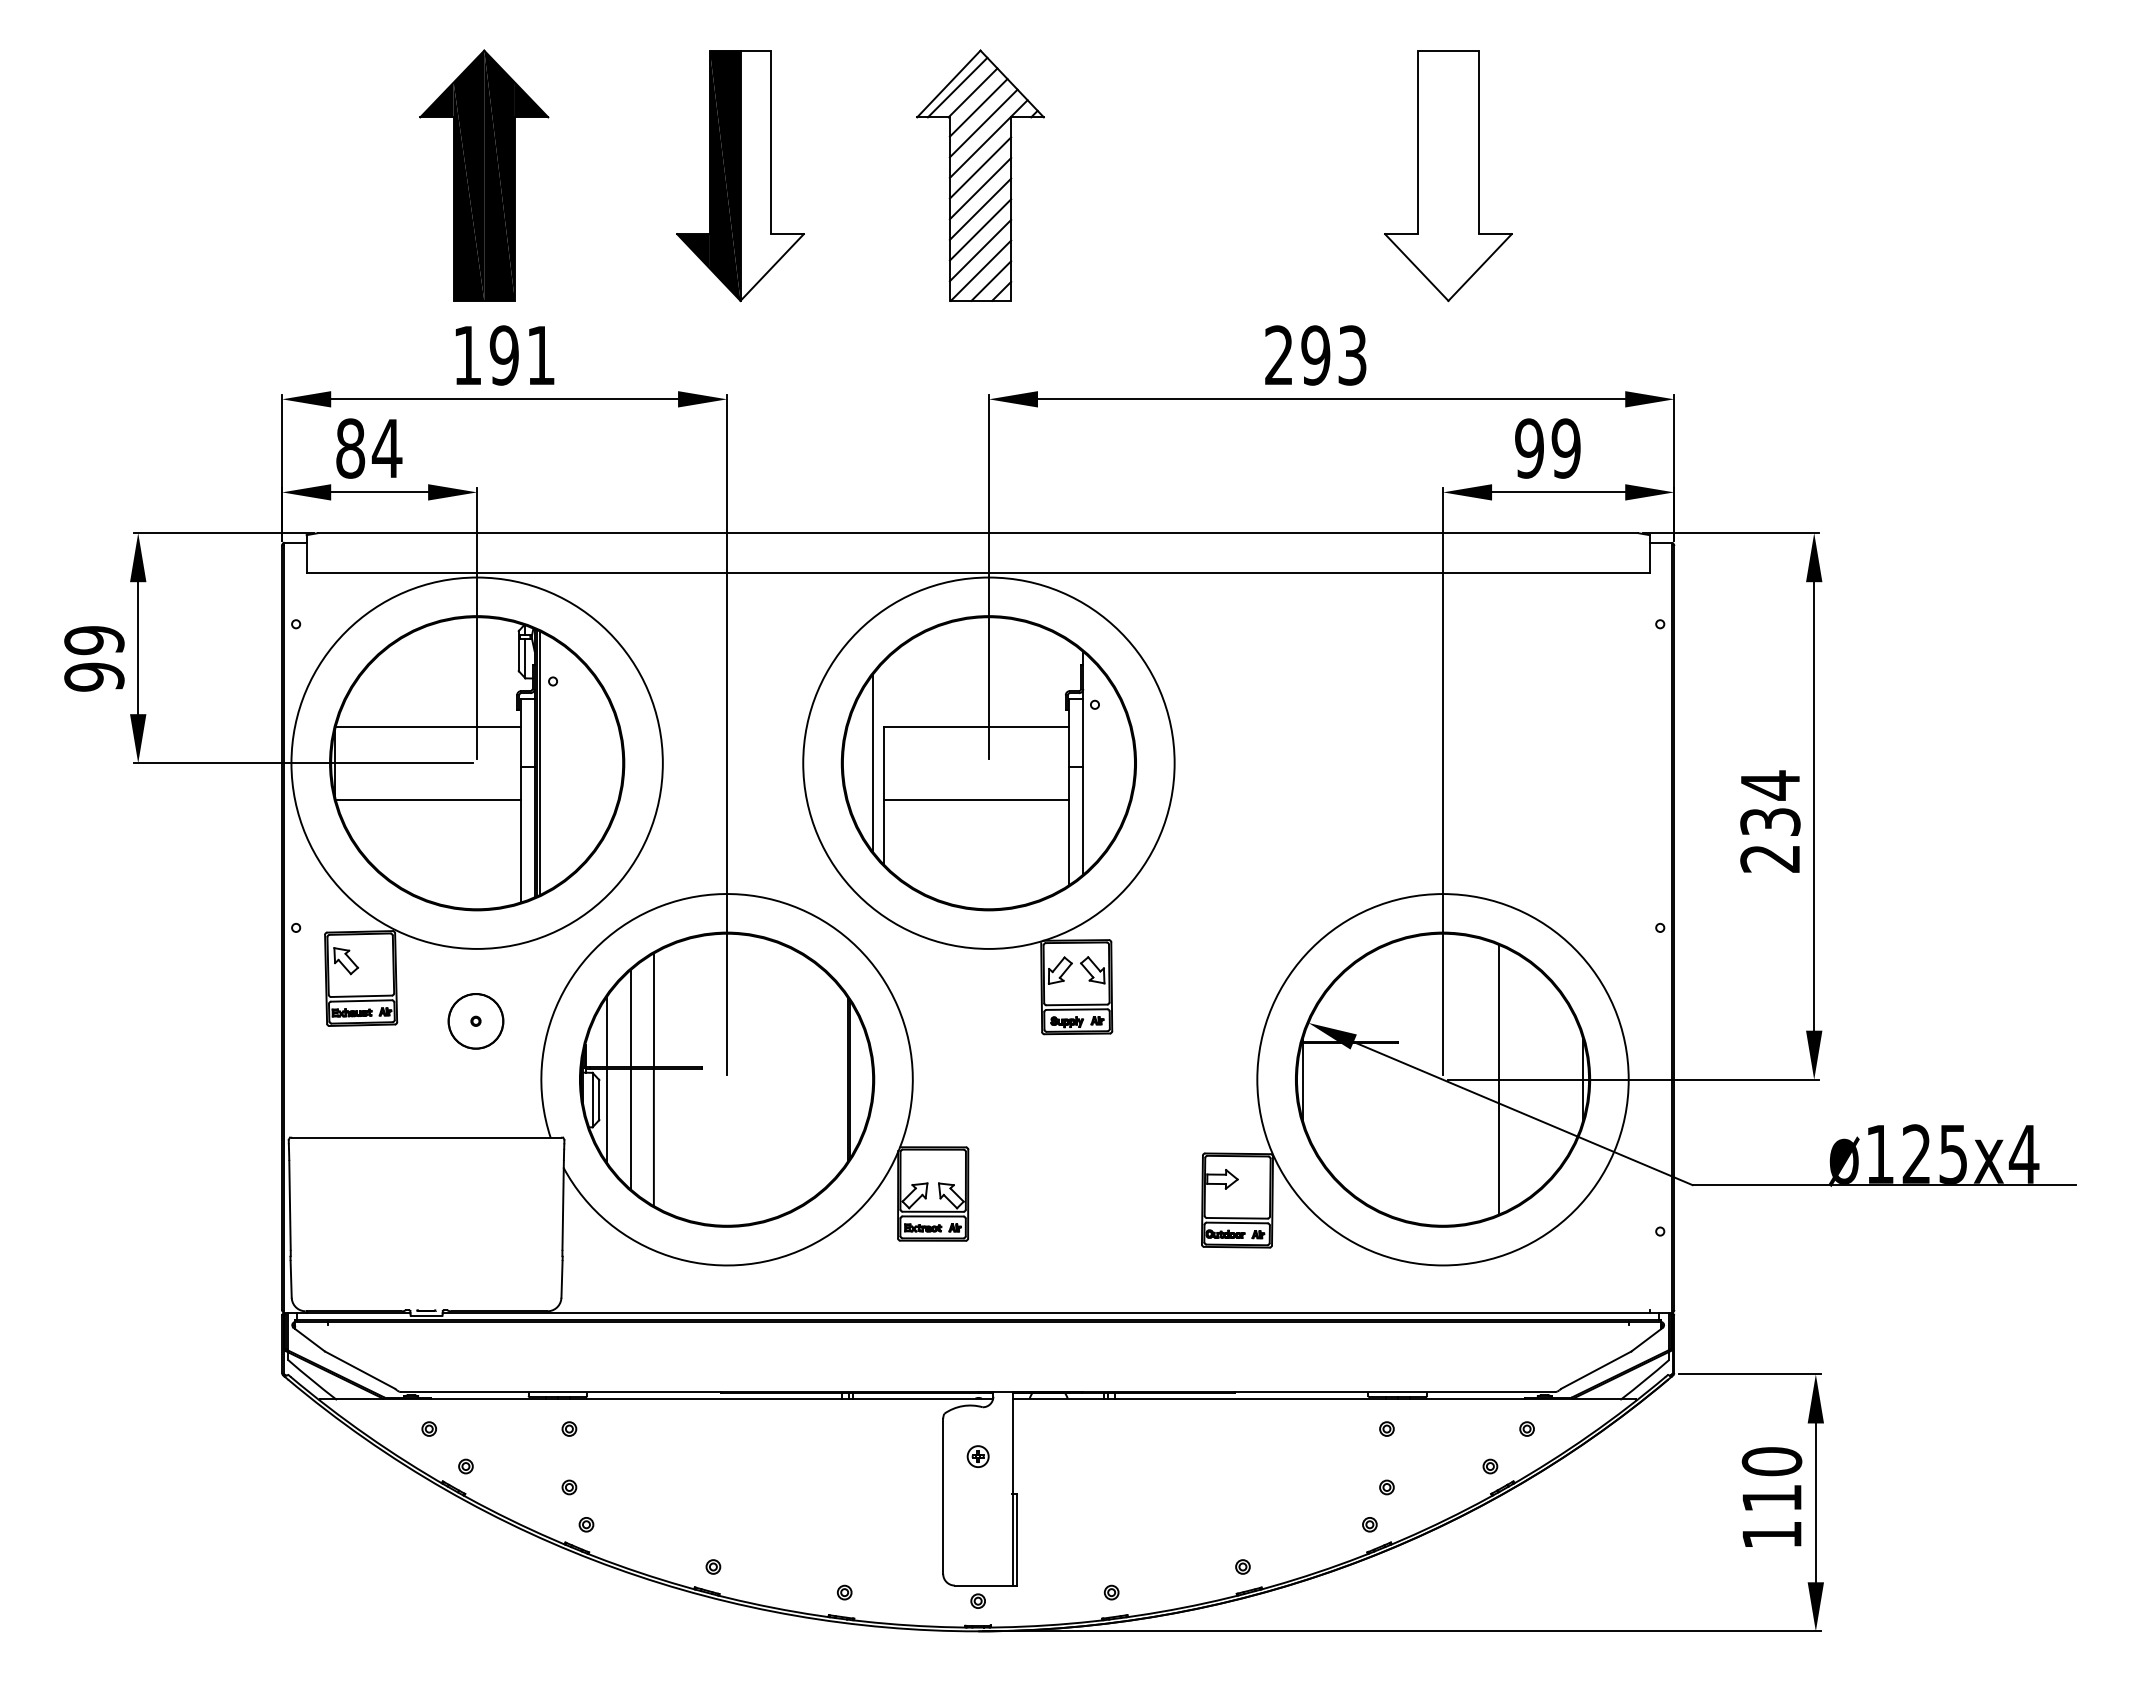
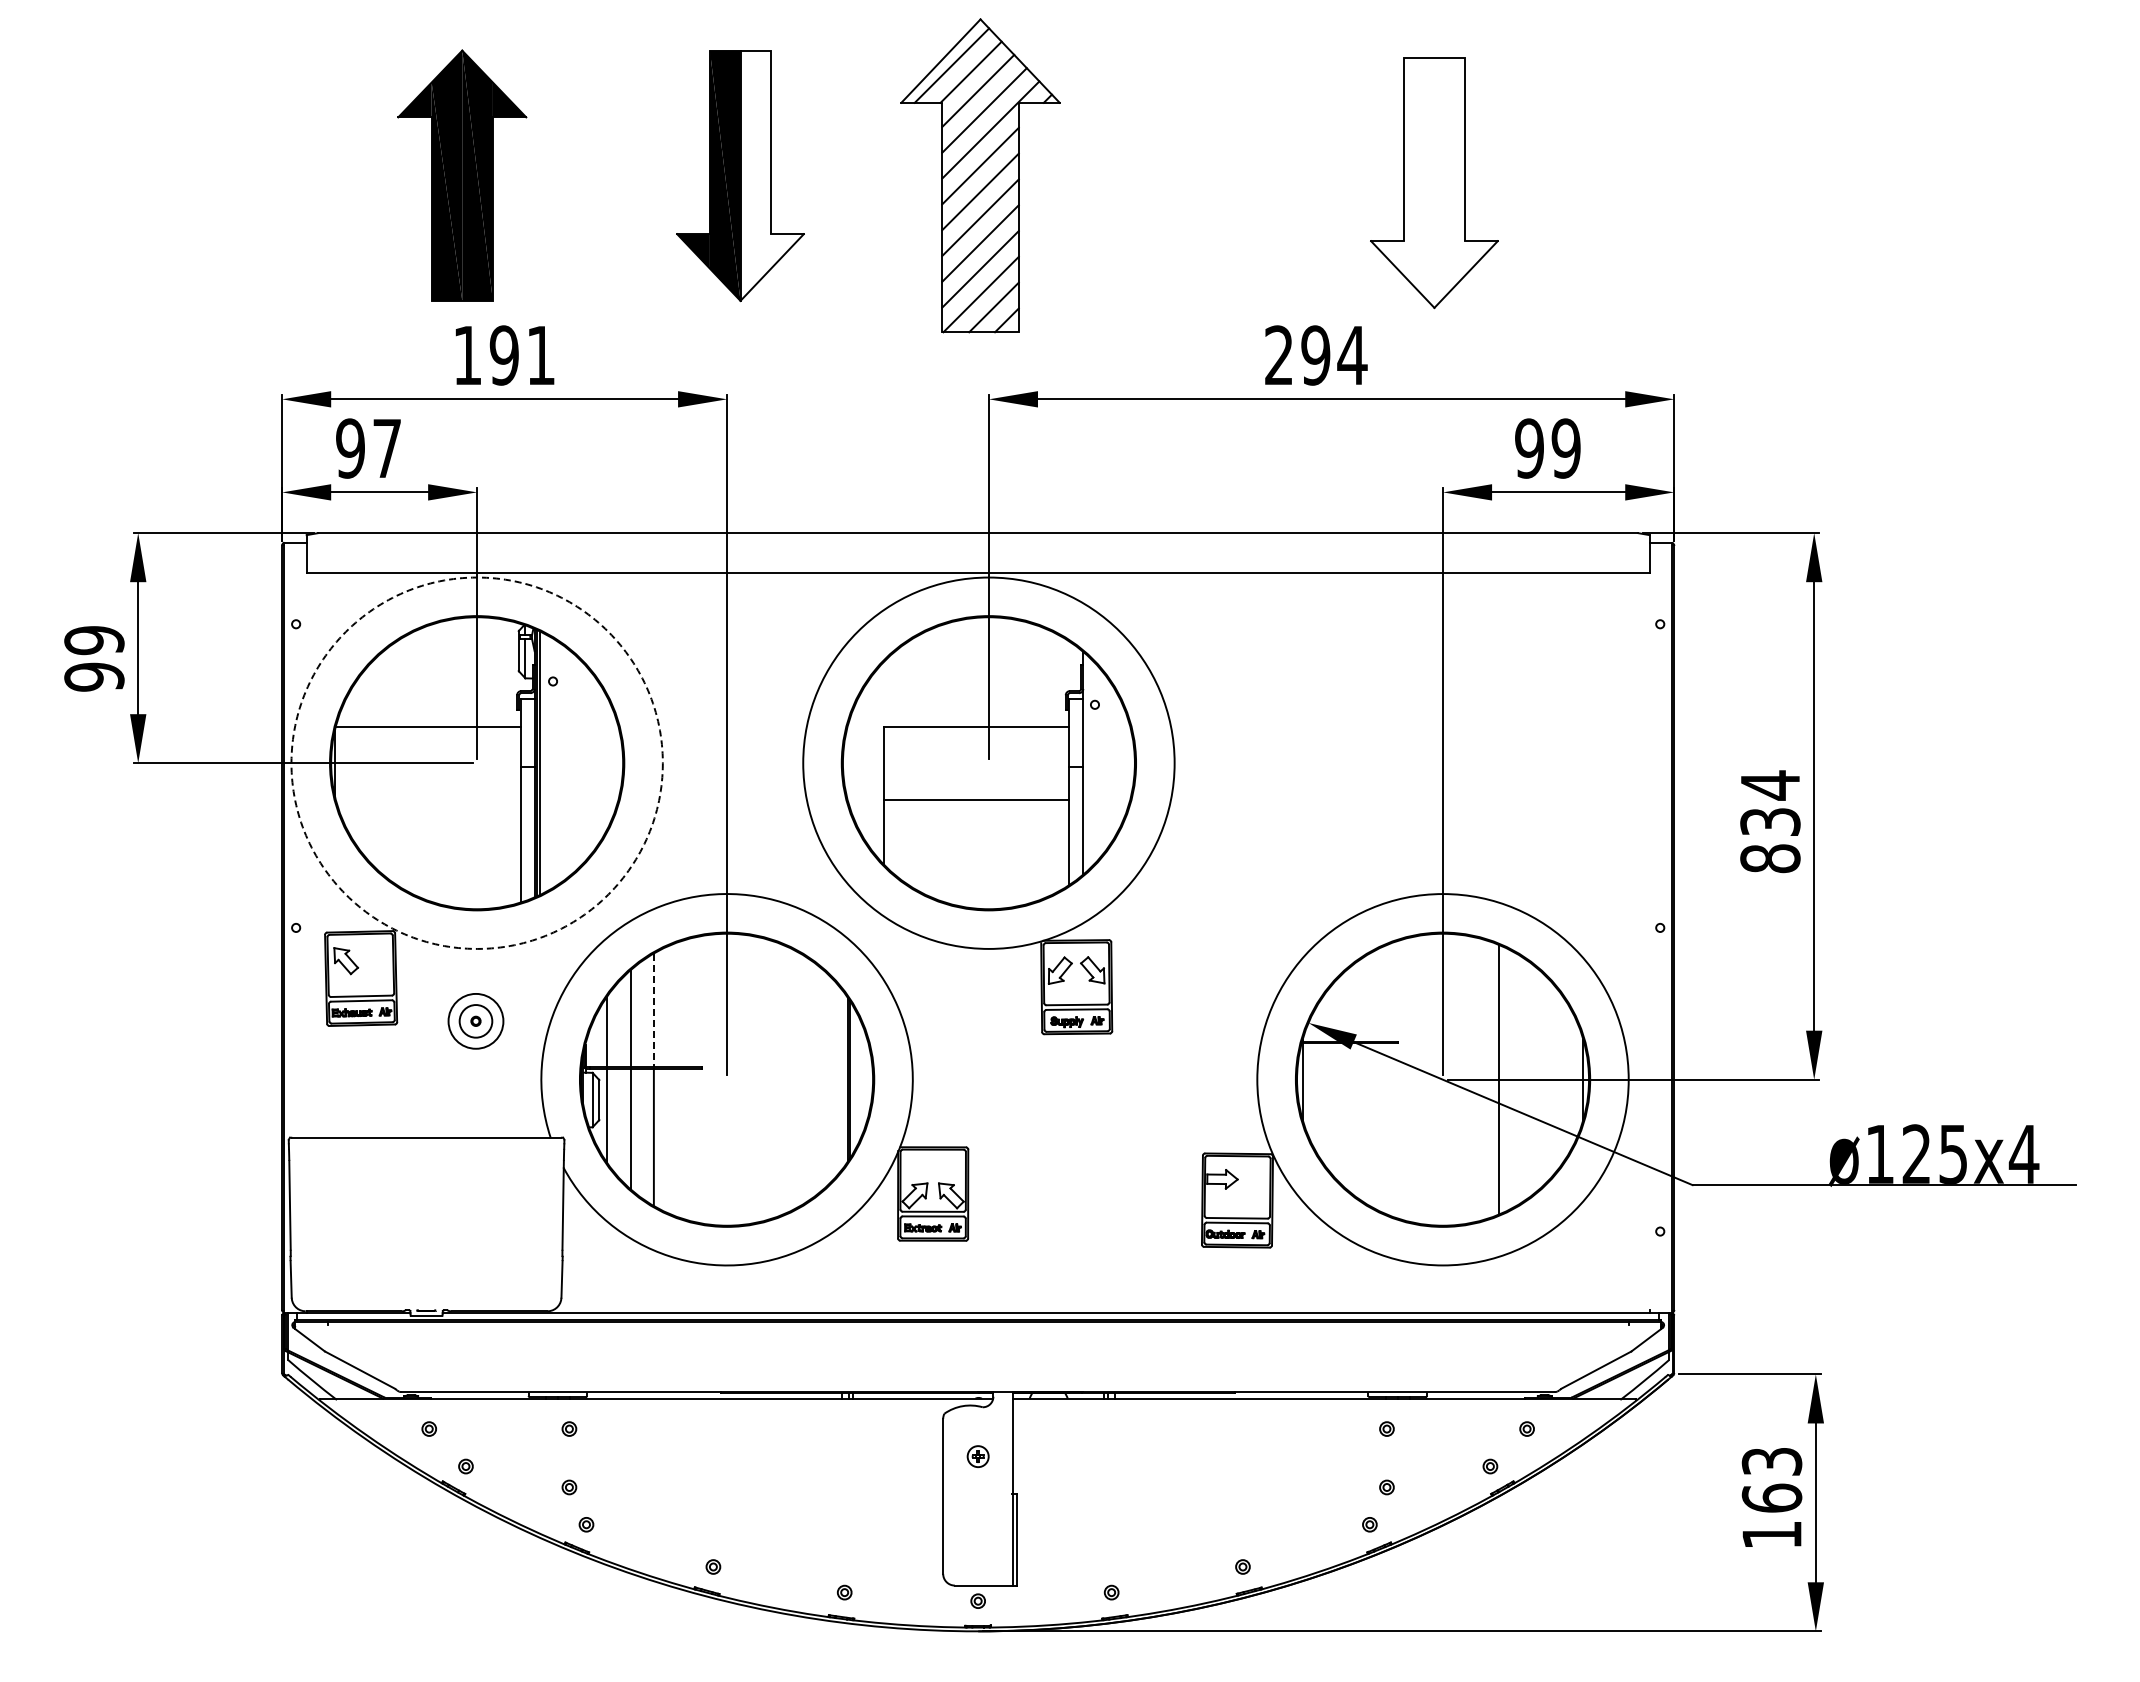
part at (484, 175) position: (484, 175) -> (462, 175)
part at (980, 175) size: 129x253 px -> 161x316 px
part at (1448, 176) position: (1448, 176) -> (1434, 183)
text at (1352, 355): 293 -> 294
text at (369, 448): 84 -> 97
circle at (476, 762): solid -> dashed
line at (873, 762): present -> none
line at (428, 800): present -> none
text at (1770, 858): 234 -> 834
line at (653, 1010): solid -> dashed
circle at (475, 1021) diameter: 54 px -> 33 px
text at (1771, 1479): 110 -> 163
